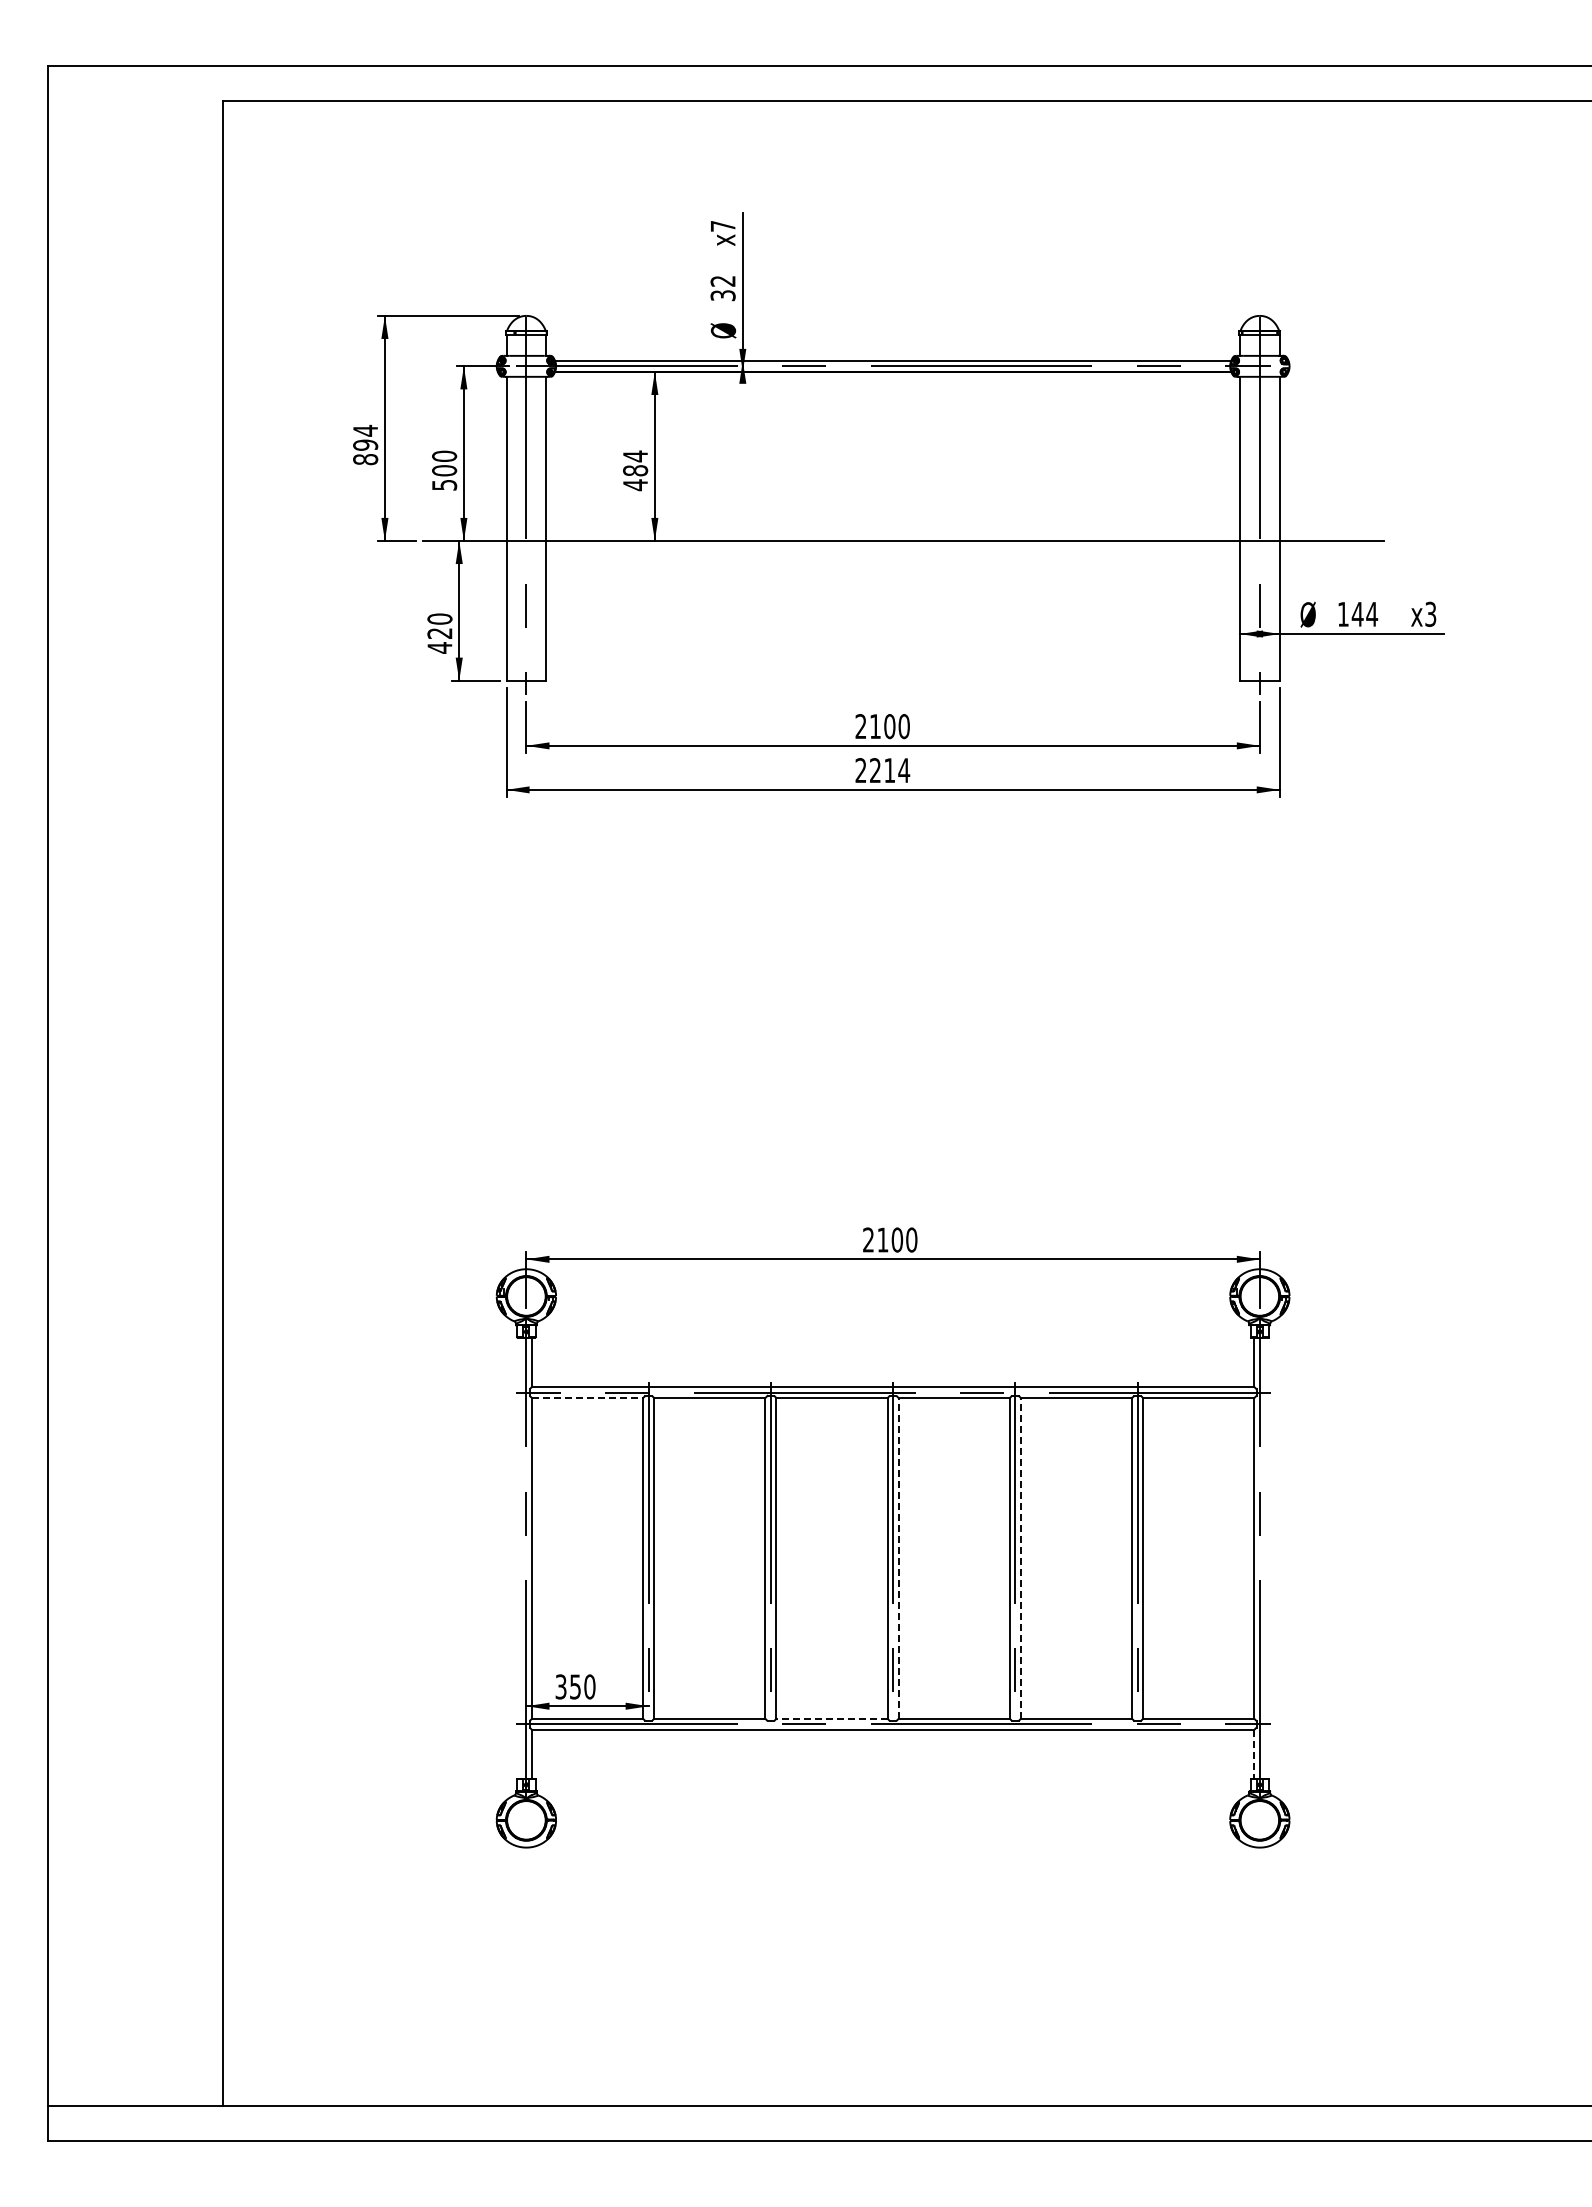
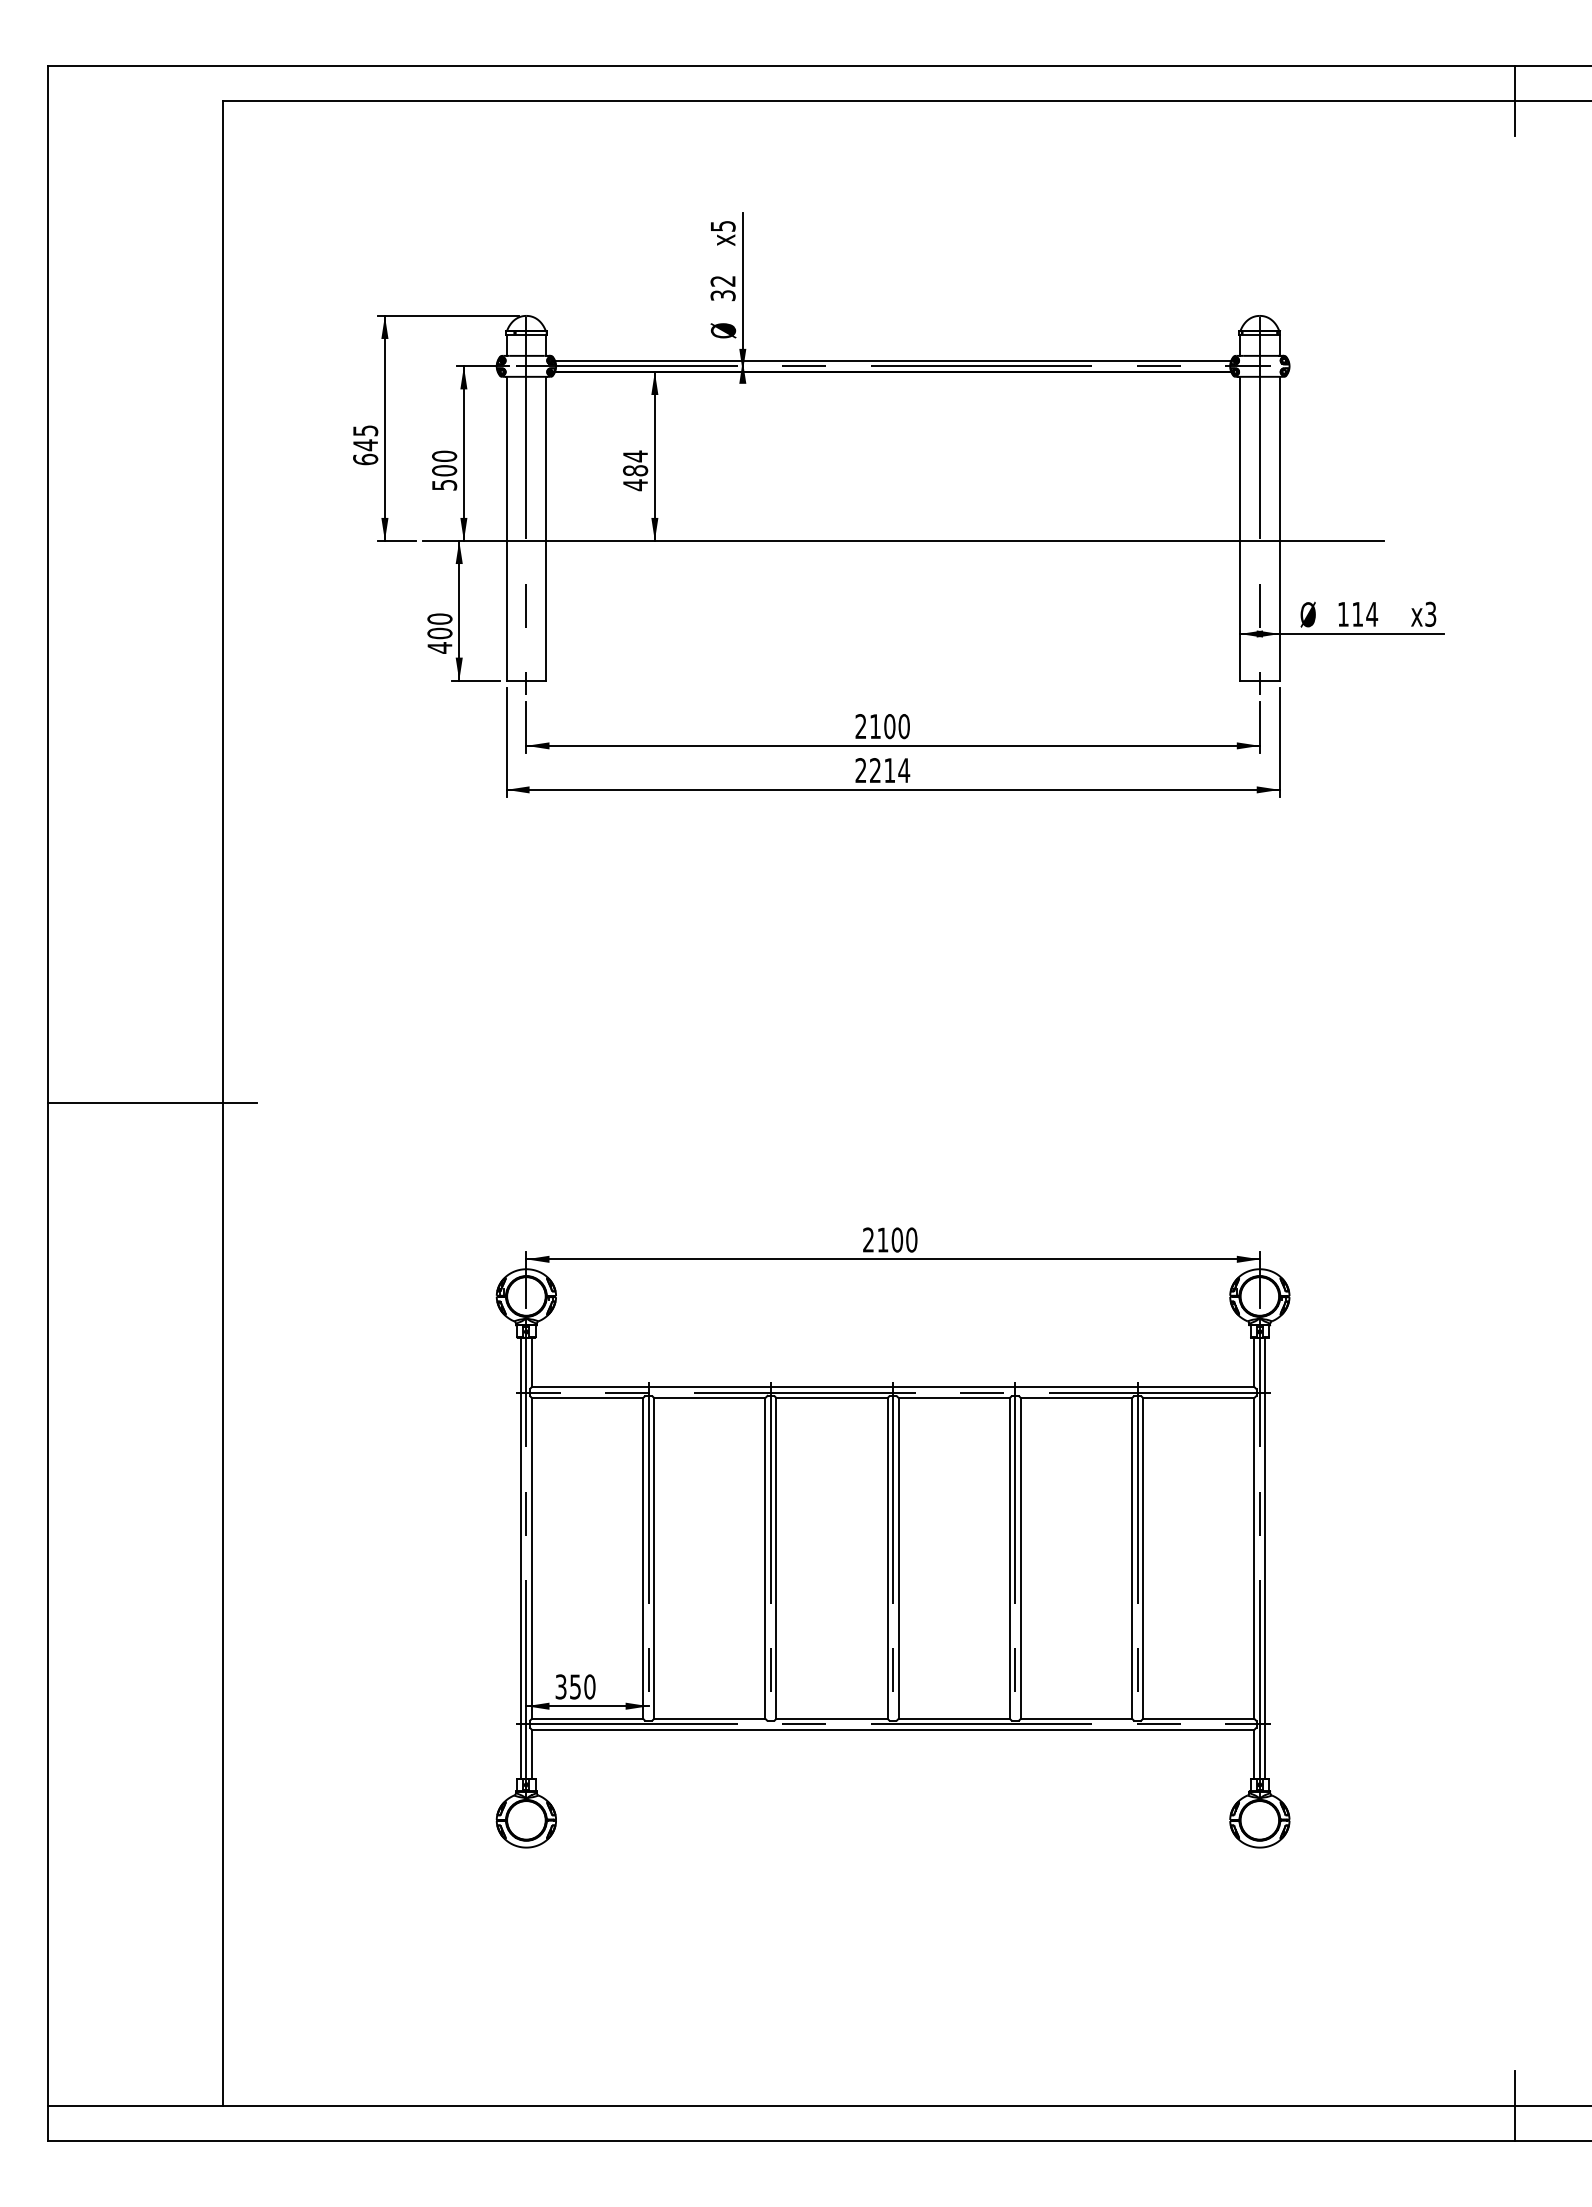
line at (1514, 101): none -> present
text at (723, 226): x7 -> x5
text at (365, 444): 894 -> 645
text at (1357, 614): 144 -> 114
text at (439, 633): 420 -> 400
line at (152, 1103): none -> present
line at (587, 1398): dashed -> solid
line at (898, 1557): dashed -> solid
line at (1020, 1557): dashed -> solid
line at (520, 1558): none -> present
line at (1265, 1558): none -> present
line at (832, 1718): dashed -> solid
line at (1254, 1754): dashed -> solid
line at (1514, 2105): none -> present
